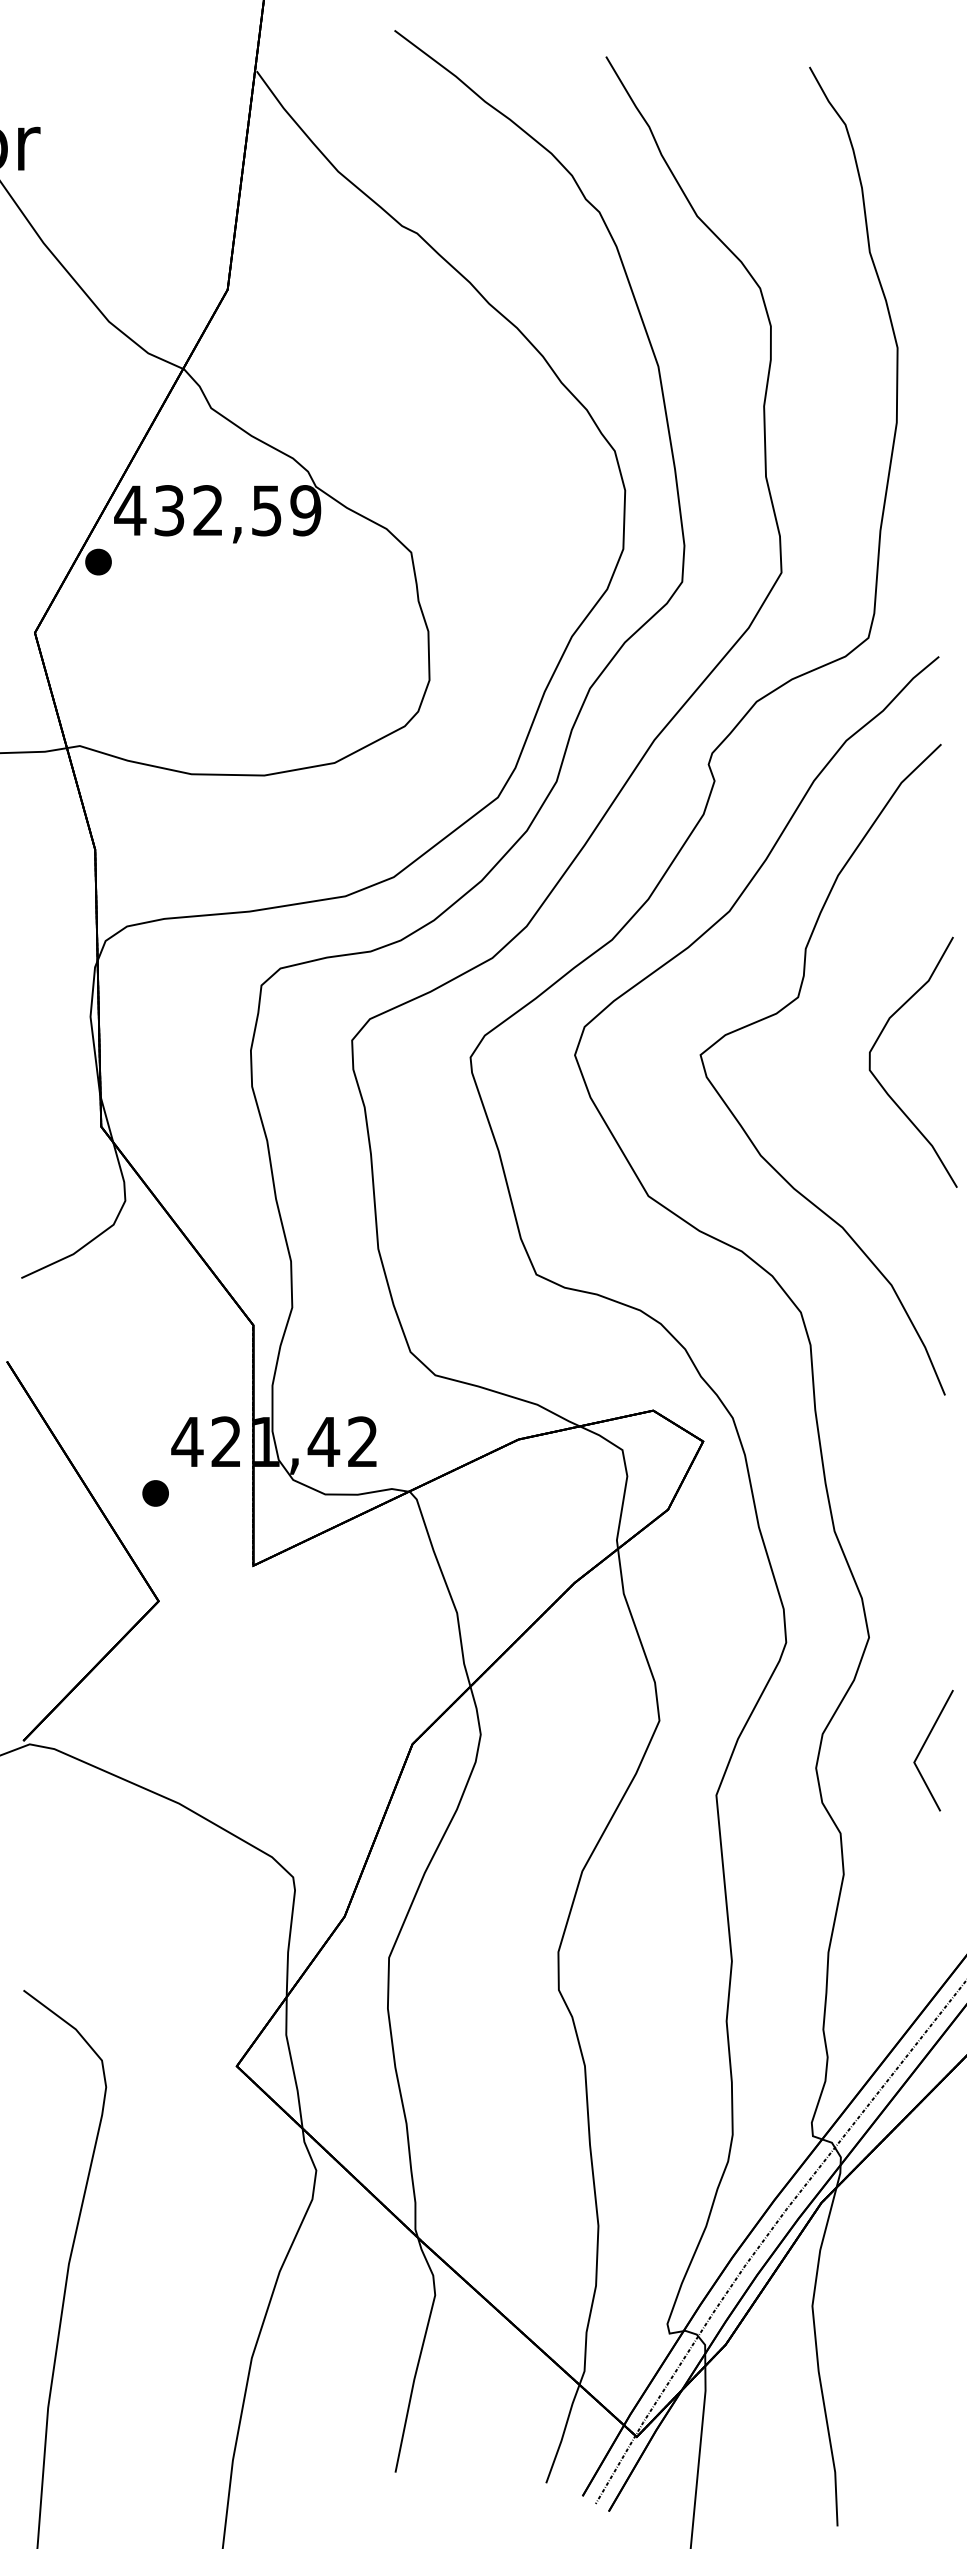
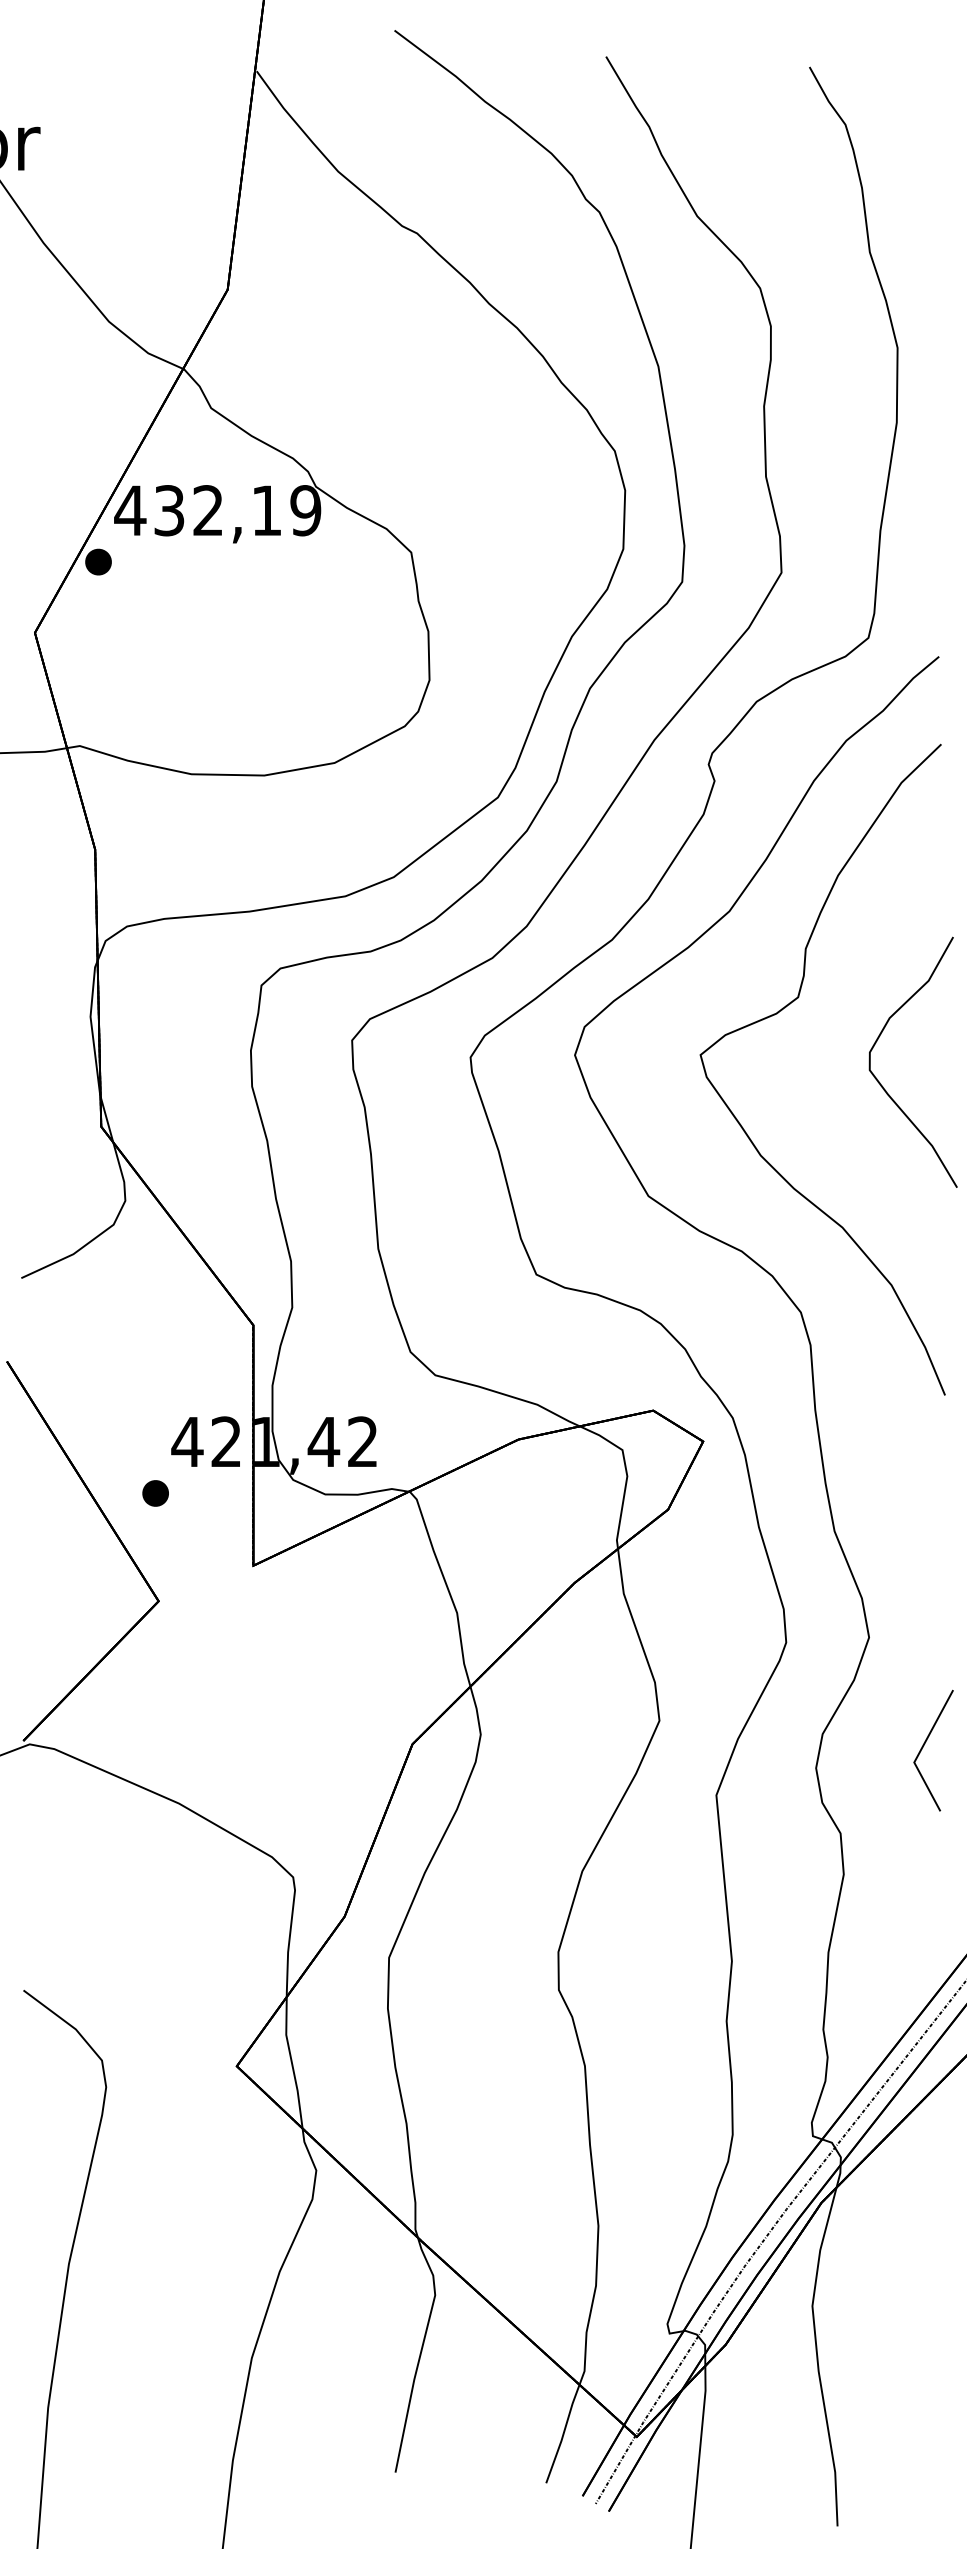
text at (266, 510): 432,59 -> 432,19
